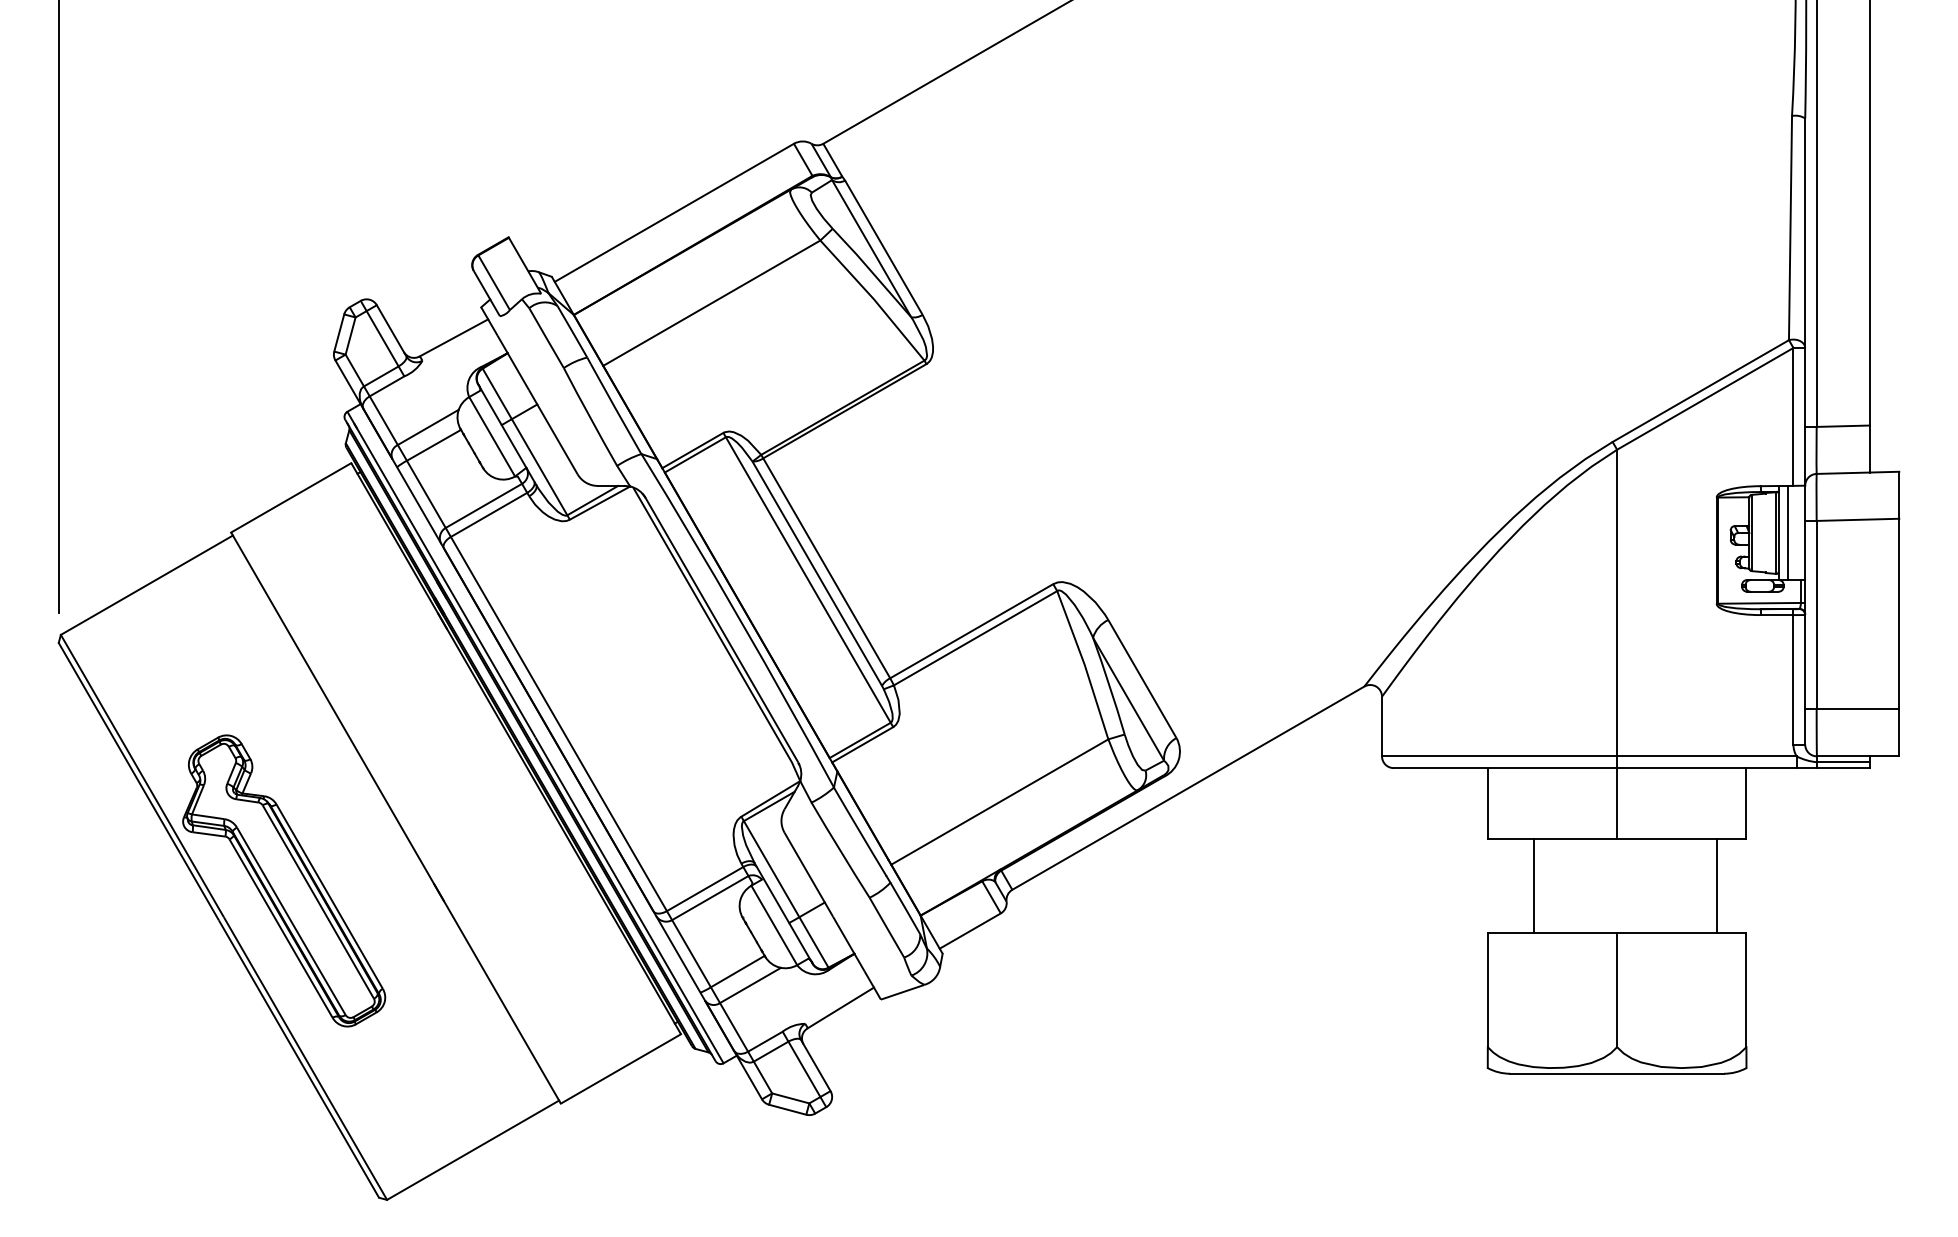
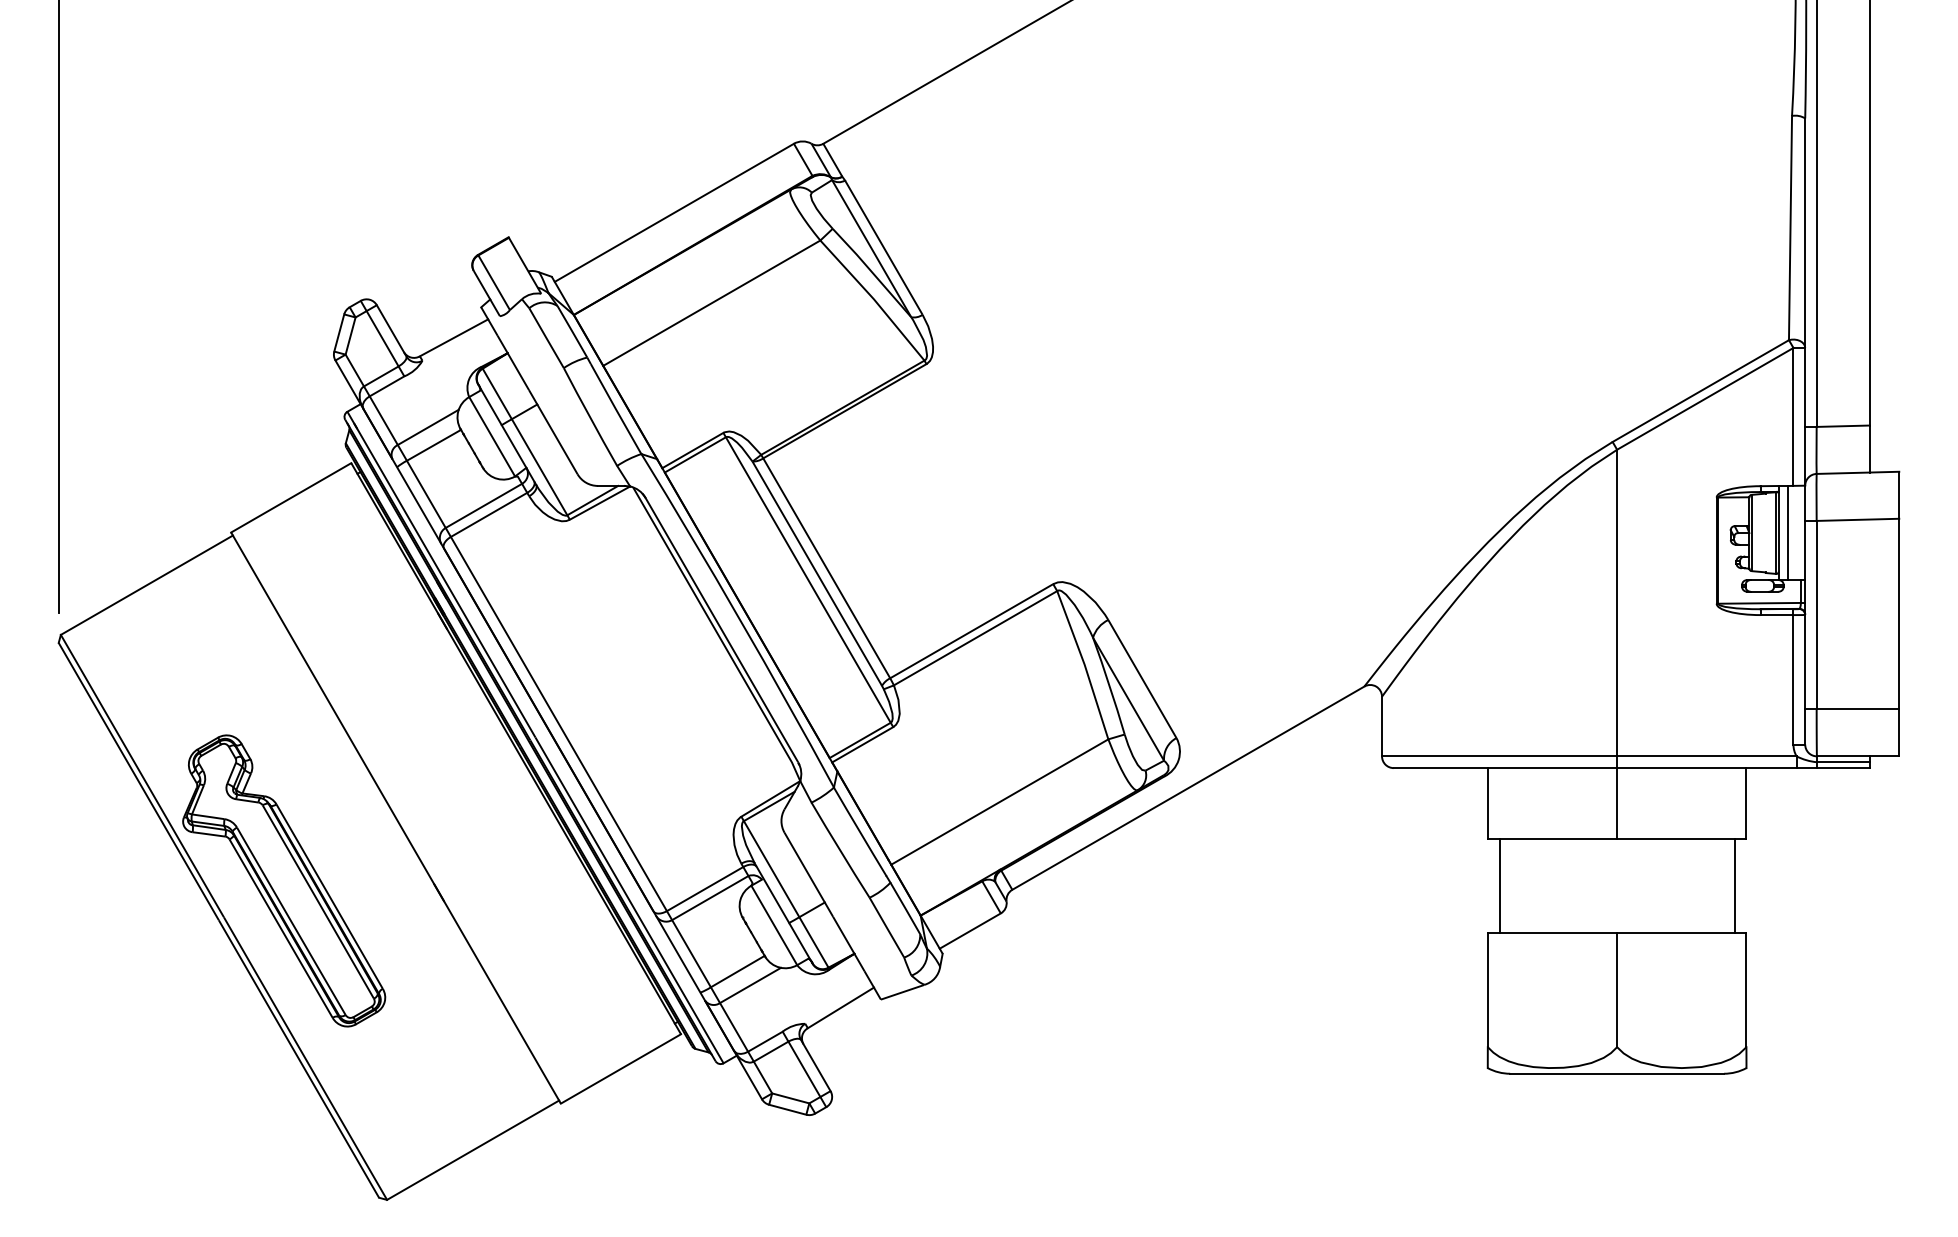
line at (1533, 885) position: (1533, 885) -> (1499, 885)
line at (1716, 885) position: (1716, 885) -> (1734, 885)
